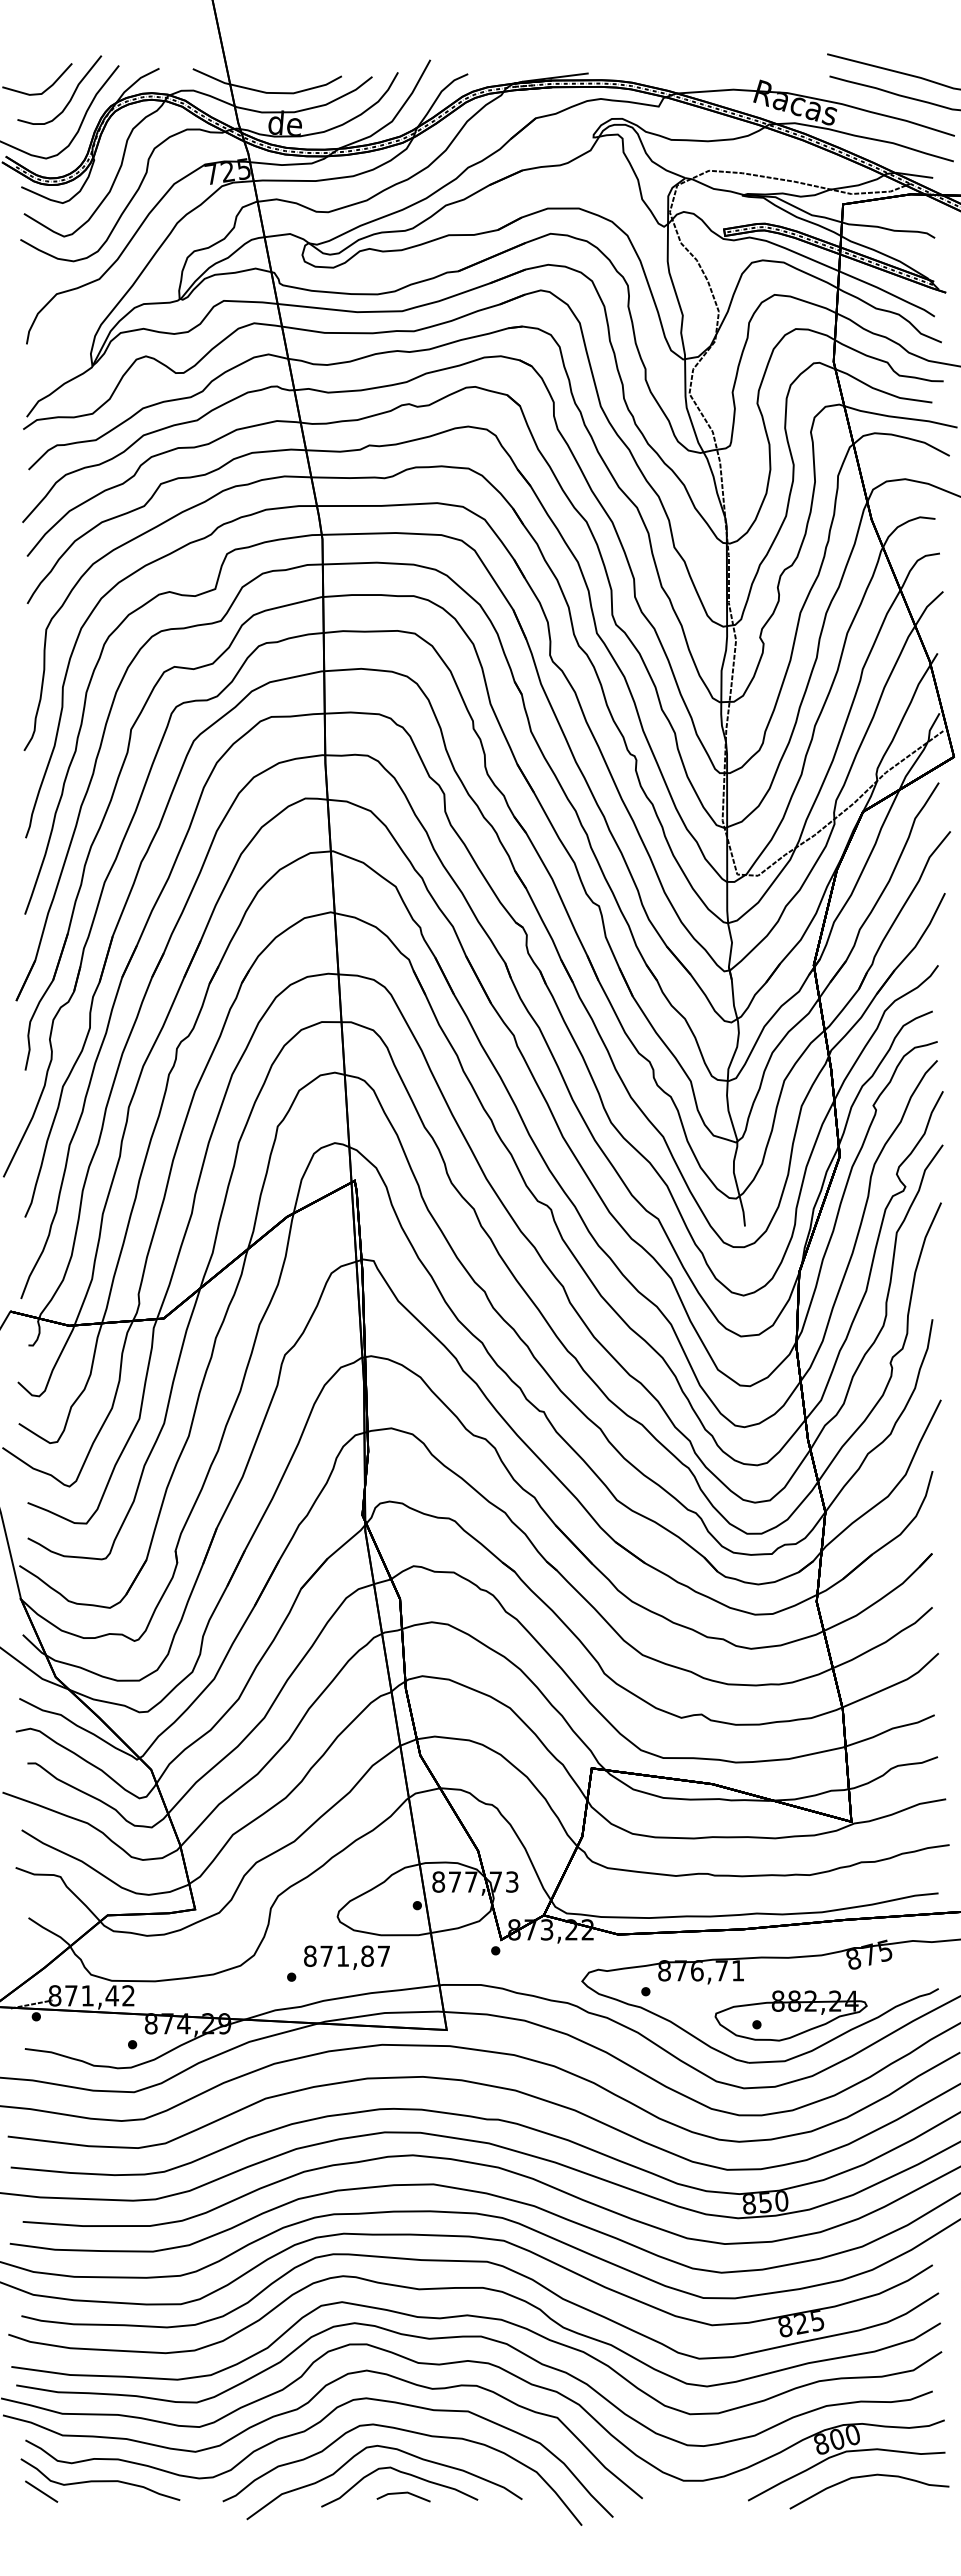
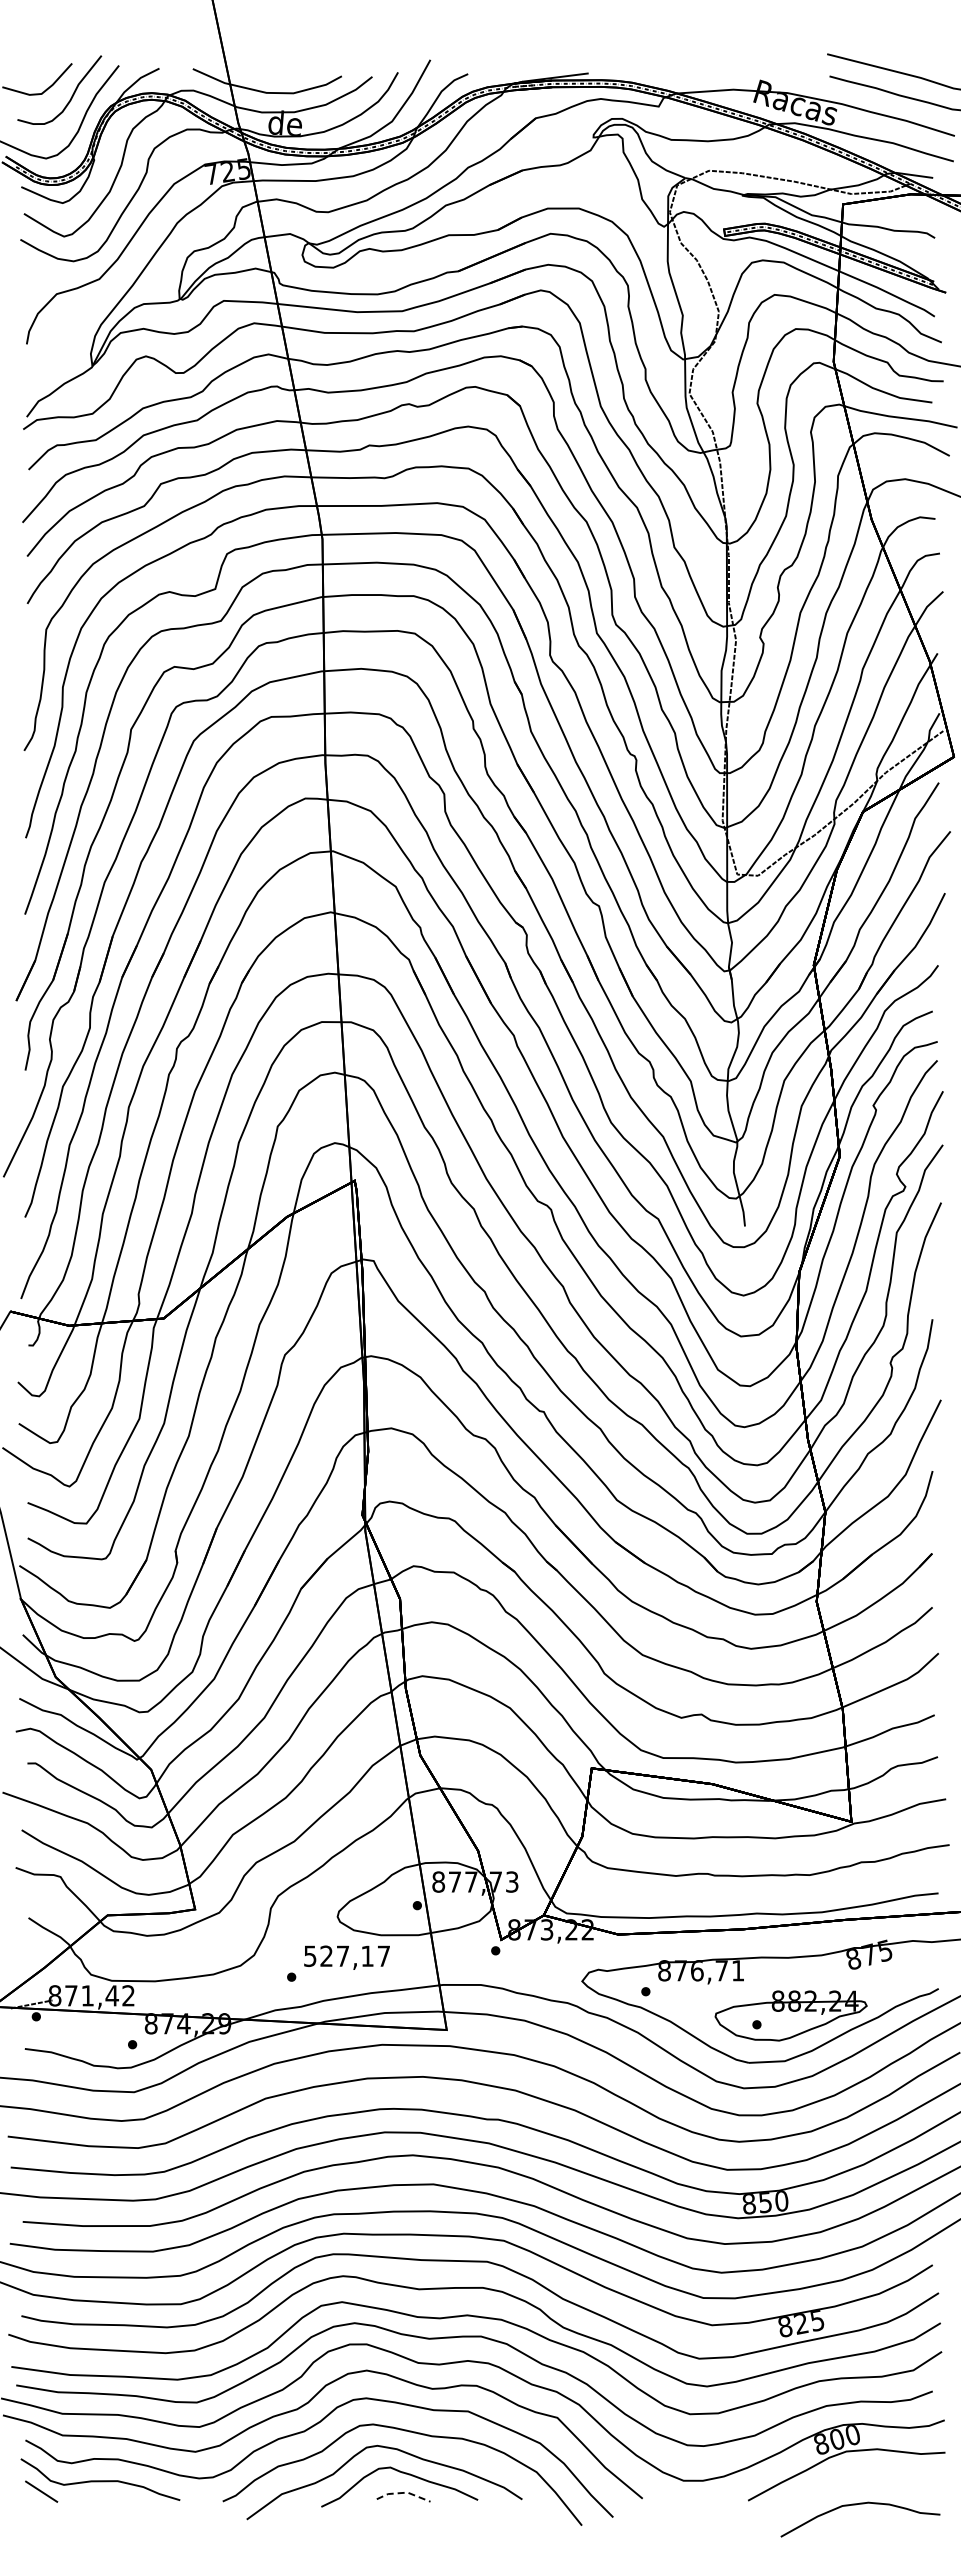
text at (338, 1955): 871,87 -> 527,17
curve at (865, 2477) position: (865, 2477) -> (856, 2505)
line at (403, 2492): solid -> dashed
